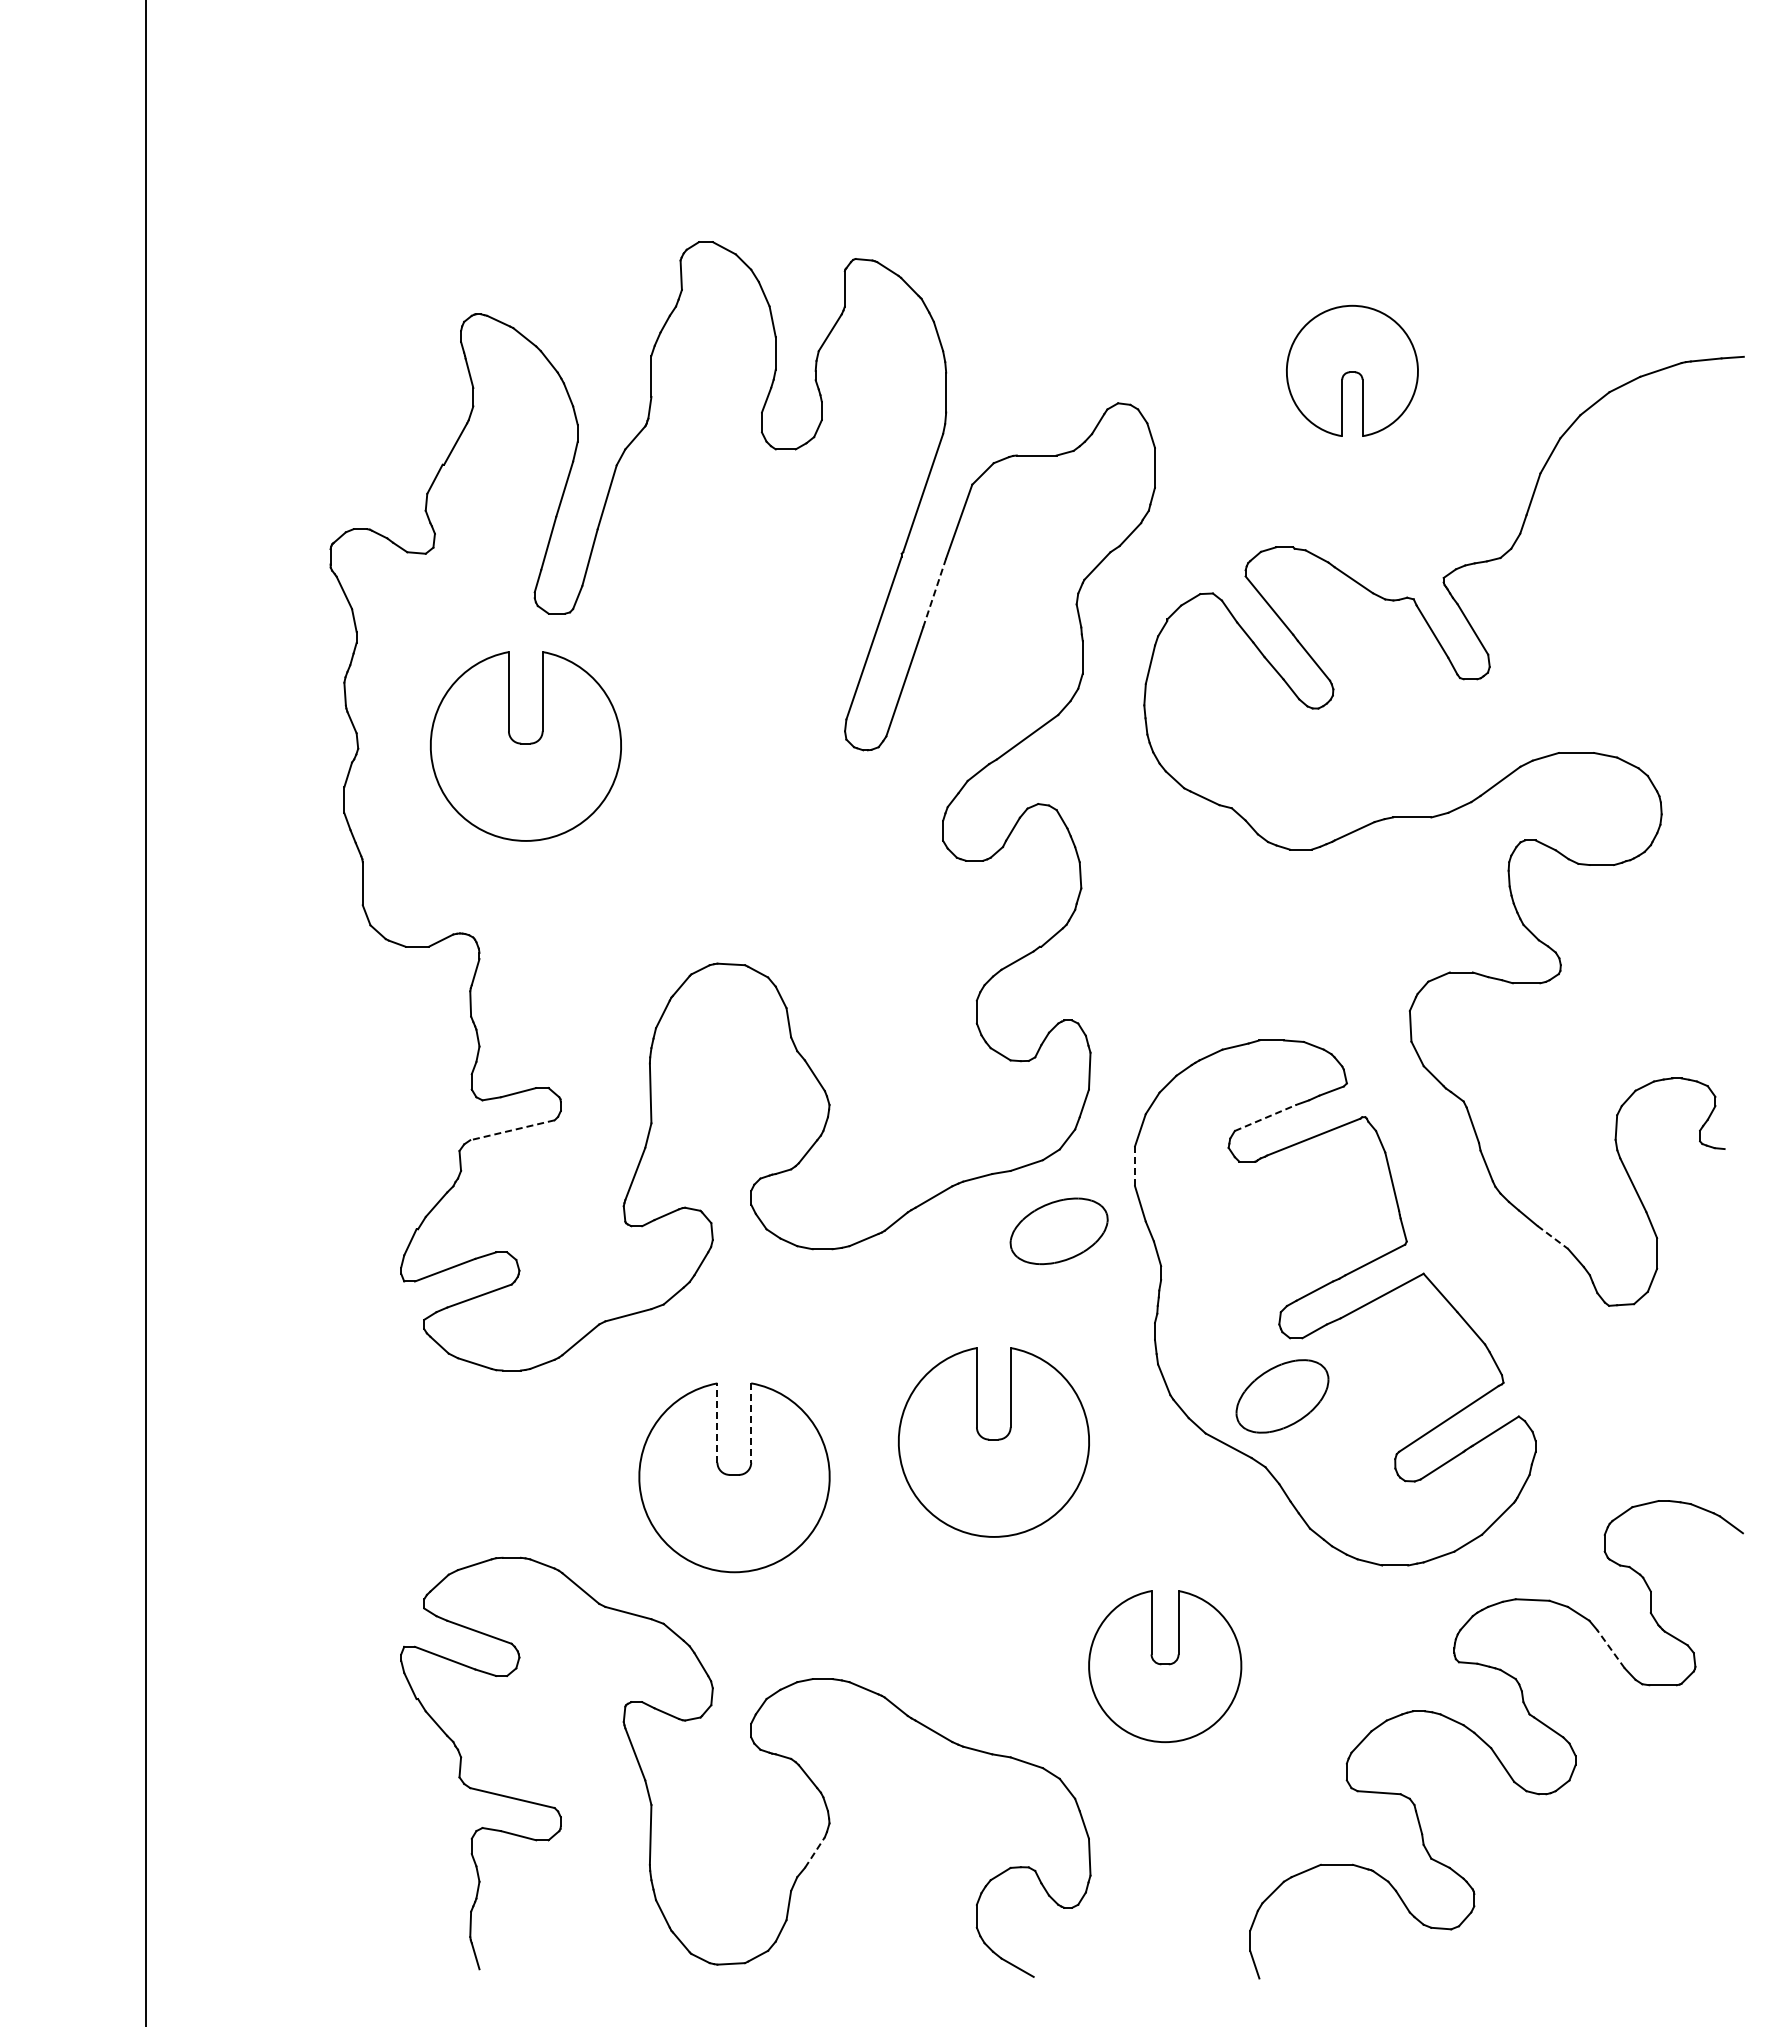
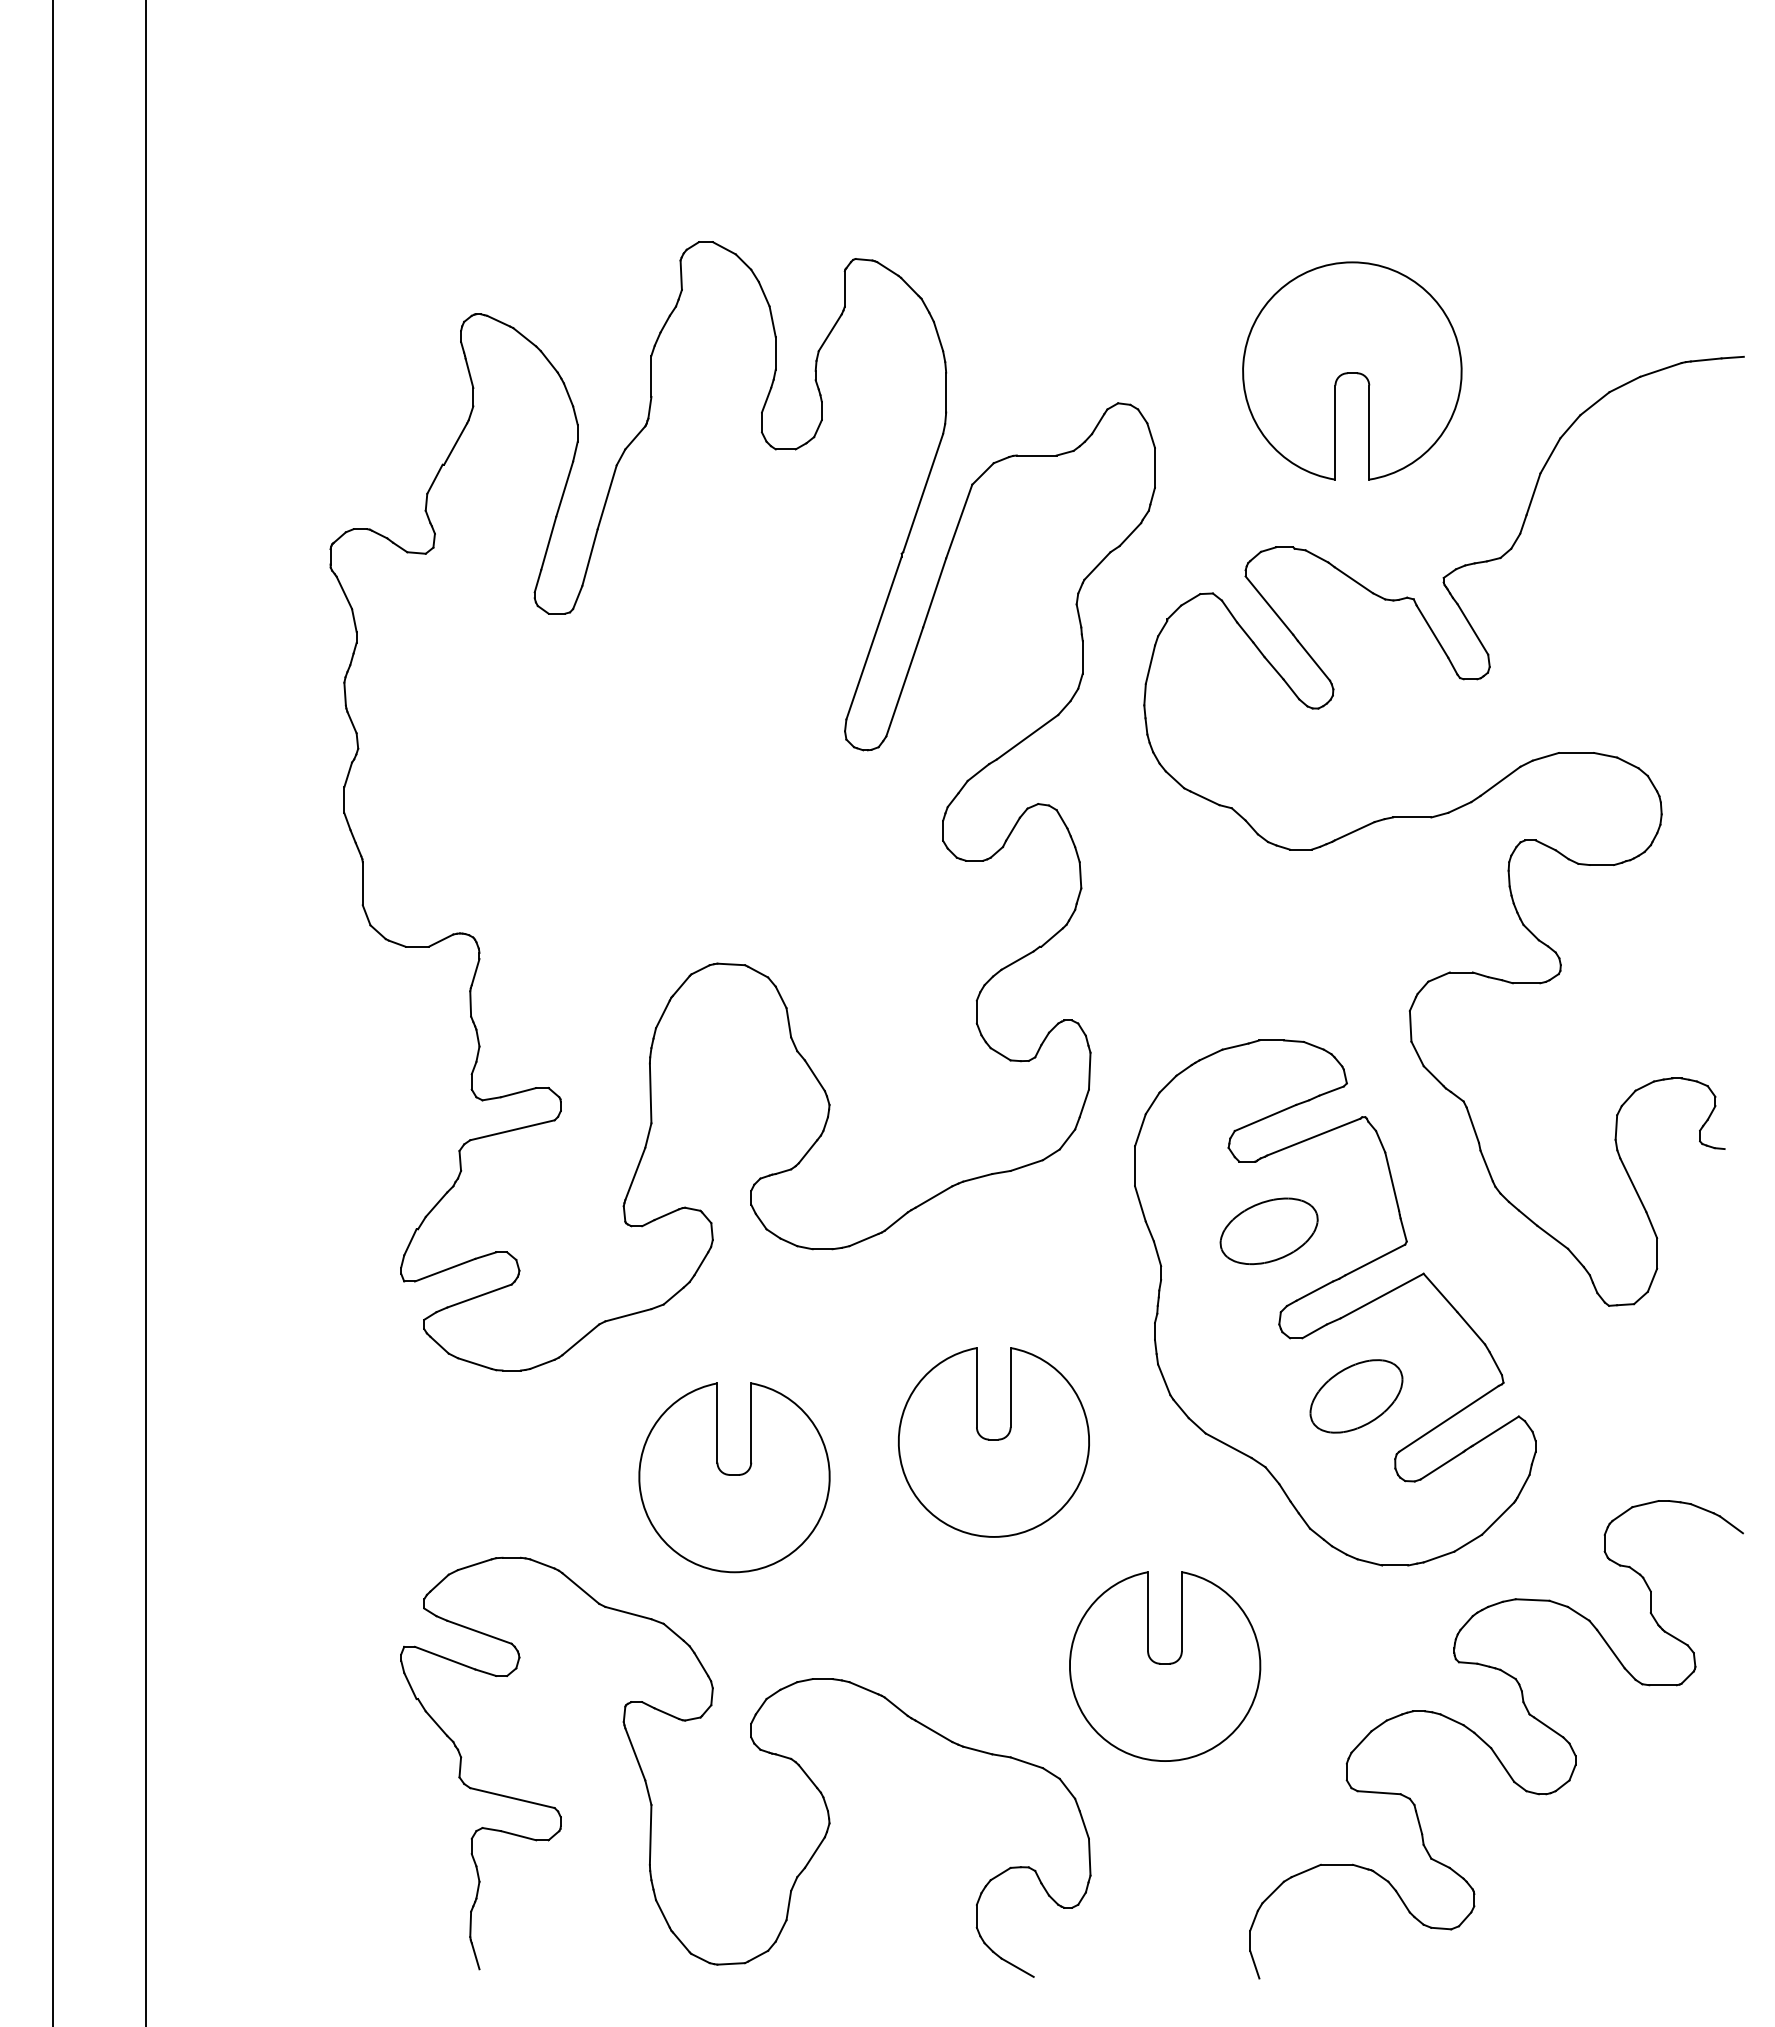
part at (1352, 370) size: 133x133 px -> 221x220 px
line at (934, 593): dashed -> solid
part at (525, 746): present -> none
line at (53, 1012): none -> present
line at (1265, 1117): dashed -> solid
line at (512, 1130): dashed -> solid
line at (1135, 1166): dashed -> solid
part at (1058, 1231) position: (1058, 1231) -> (1268, 1231)
line at (1553, 1237): dashed -> solid
part at (1282, 1396) position: (1282, 1396) -> (1356, 1396)
line at (751, 1422): dashed -> solid
line at (717, 1423): dashed -> solid
line at (1610, 1649): dashed -> solid
part at (1165, 1666) size: 155x154 px -> 193x191 px
line at (815, 1852): dashed -> solid
